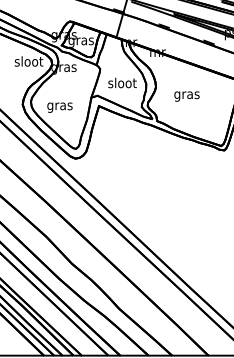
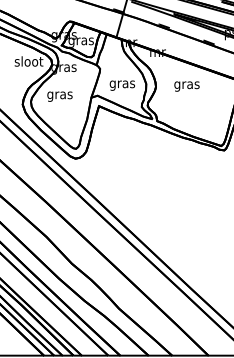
text at (122, 83): sloot -> gras
text at (186, 96) position: (186, 96) -> (186, 86)
text at (59, 107) position: (59, 107) -> (59, 96)
